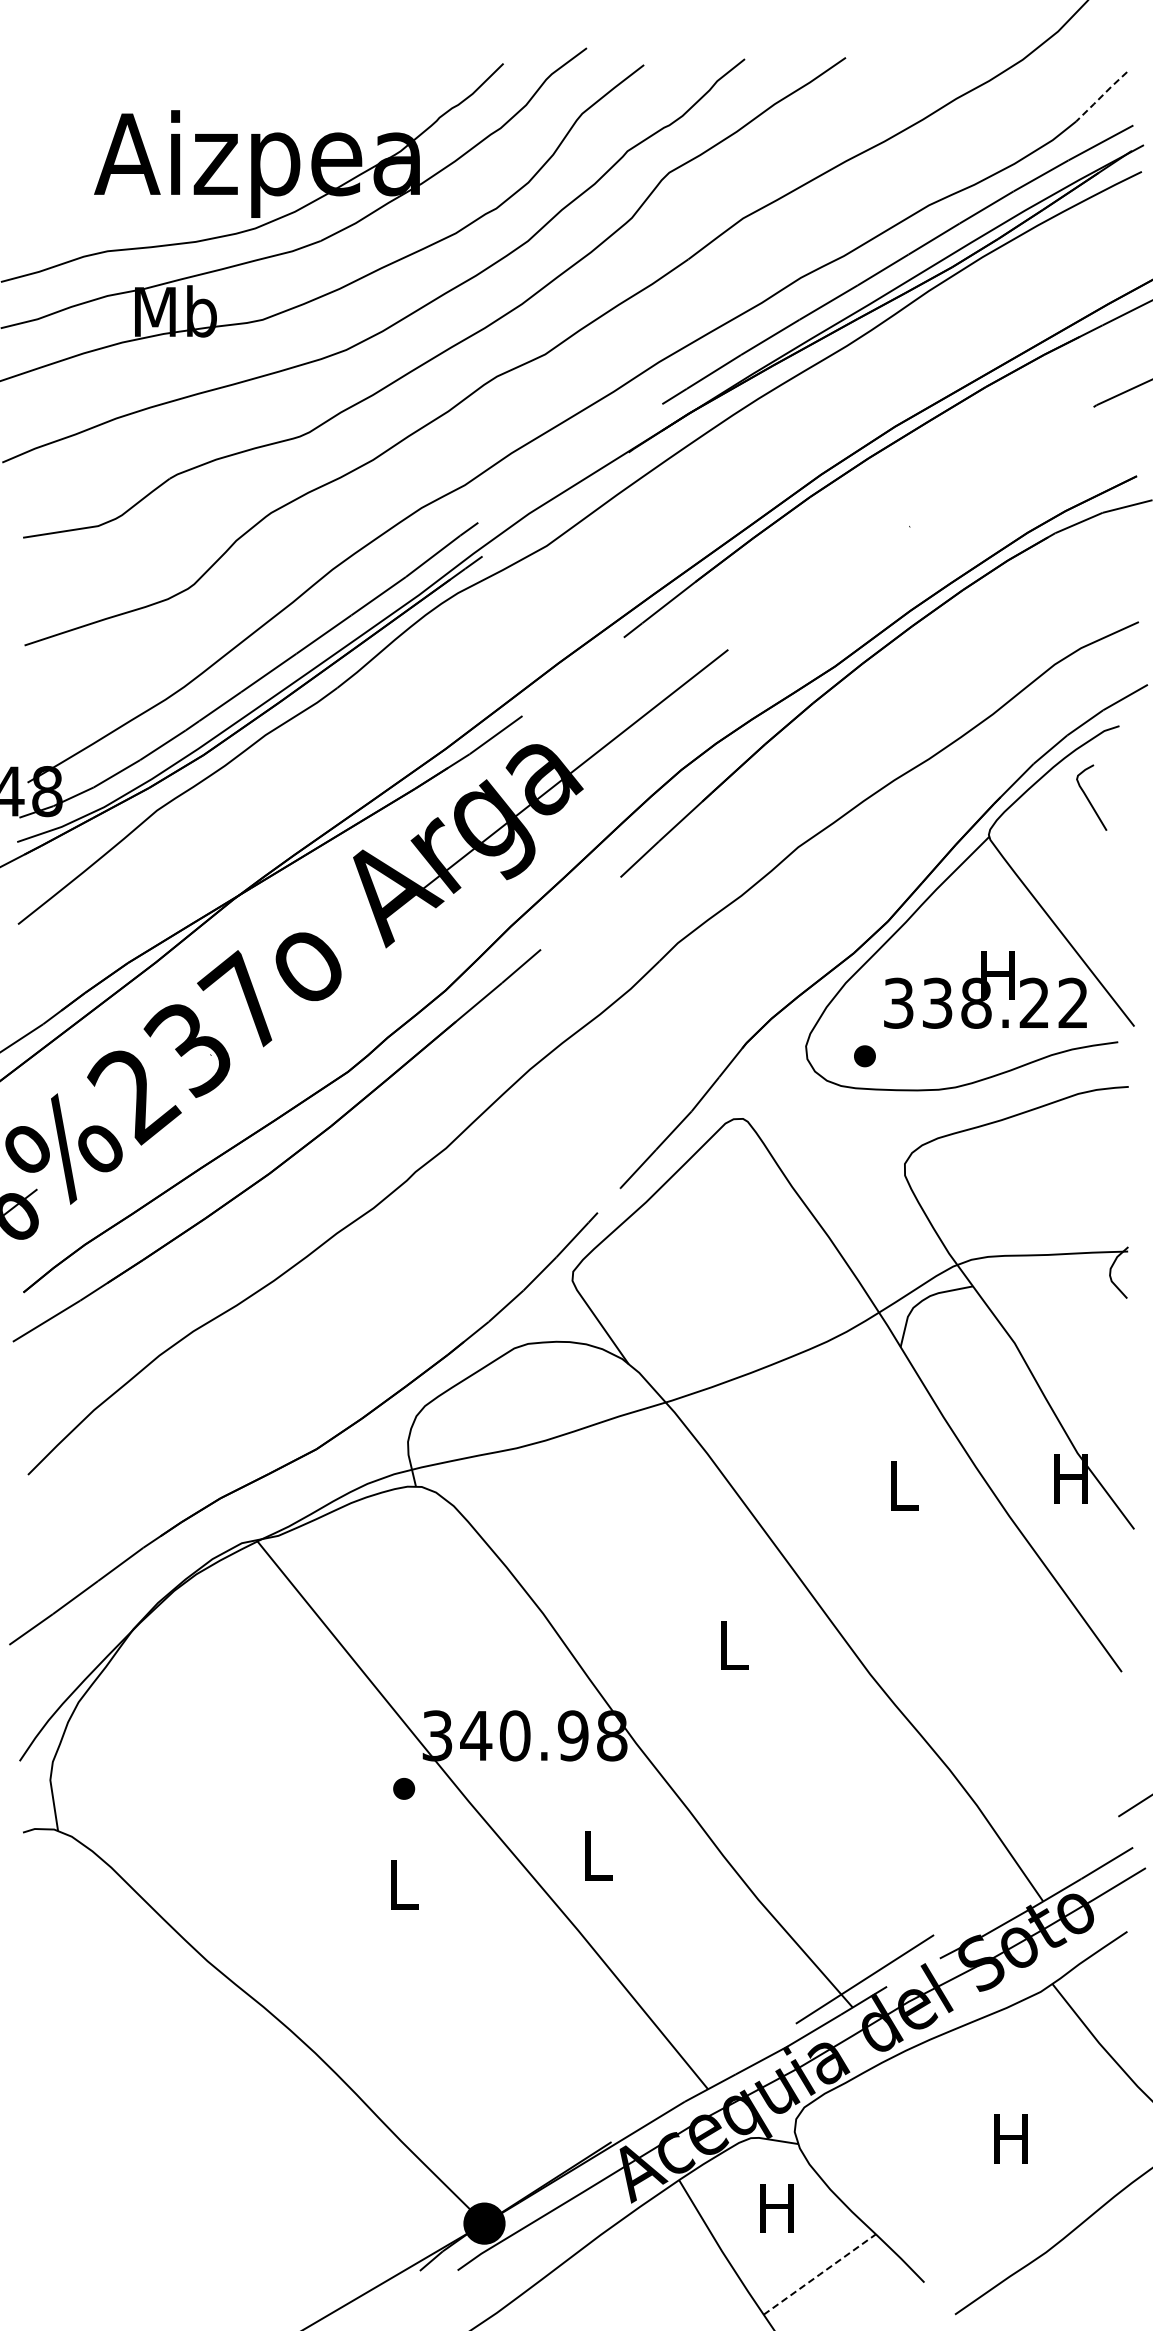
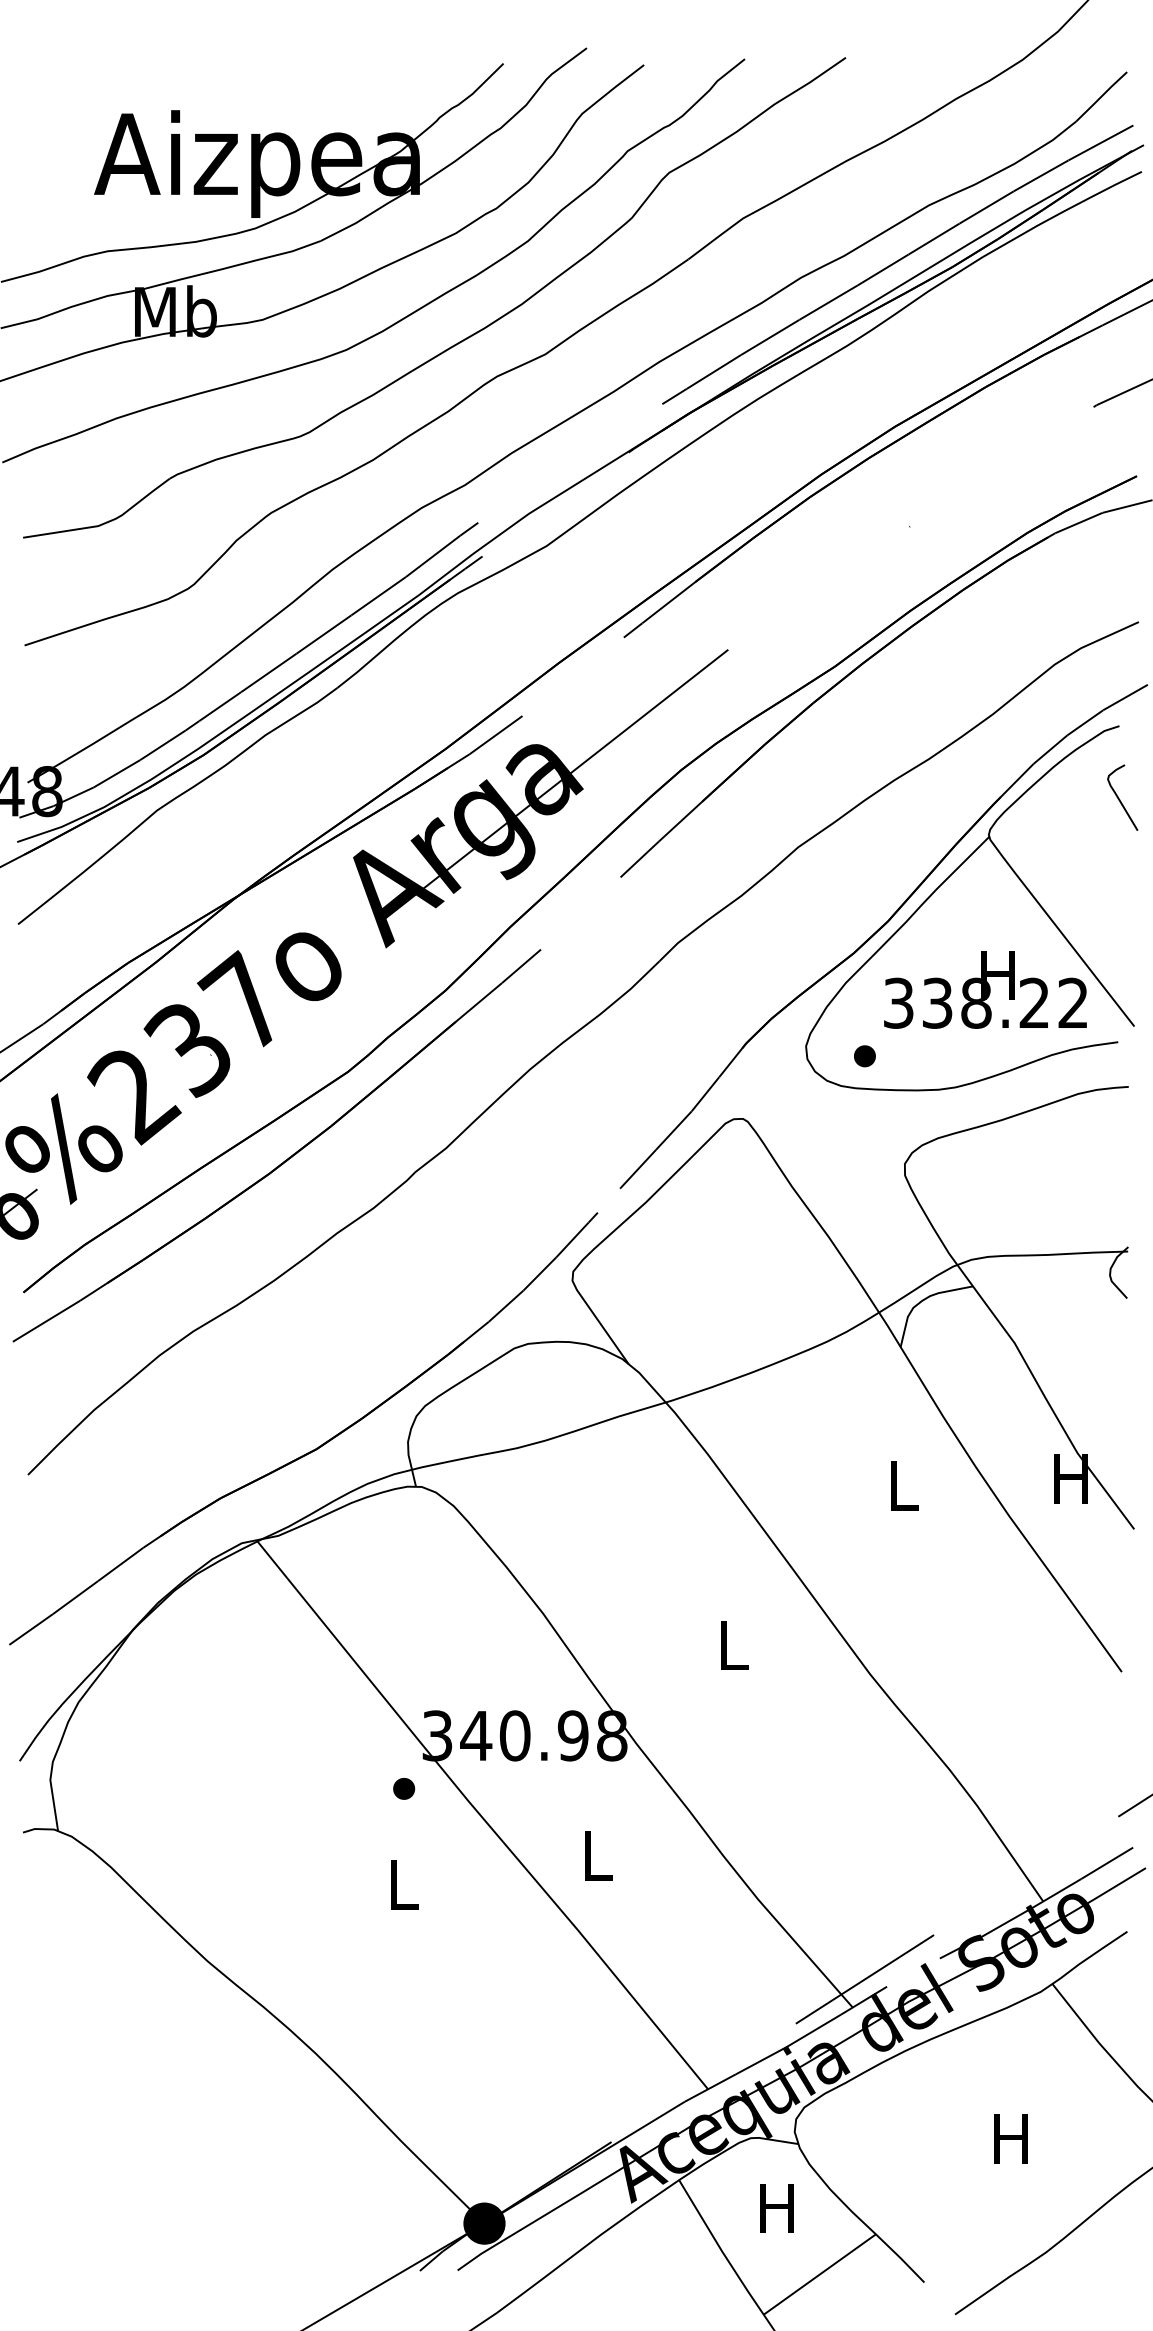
line at (1101, 96): dashed -> solid
curve at (1089, 799) position: (1089, 799) -> (1120, 799)
line at (819, 2274): dashed -> solid
